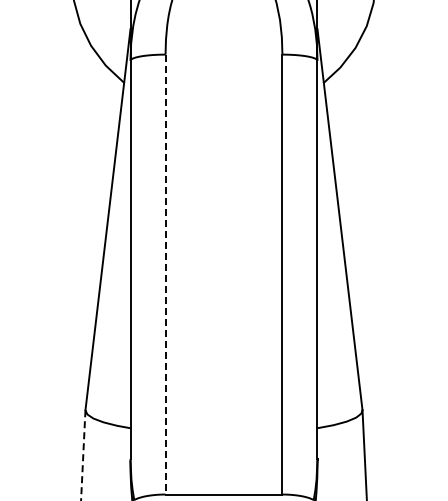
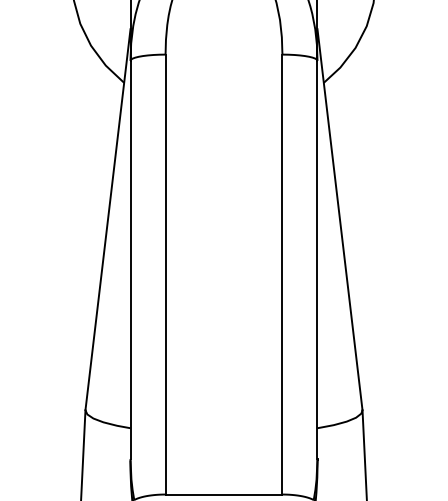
line at (165, 274): dashed -> solid
line at (83, 455): dashed -> solid
